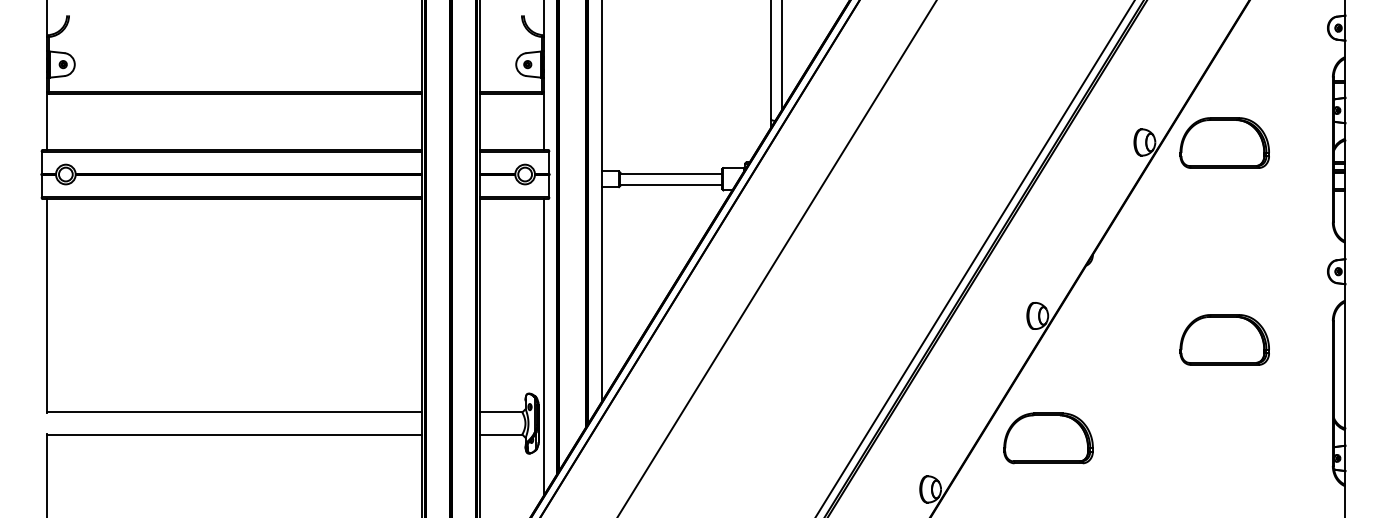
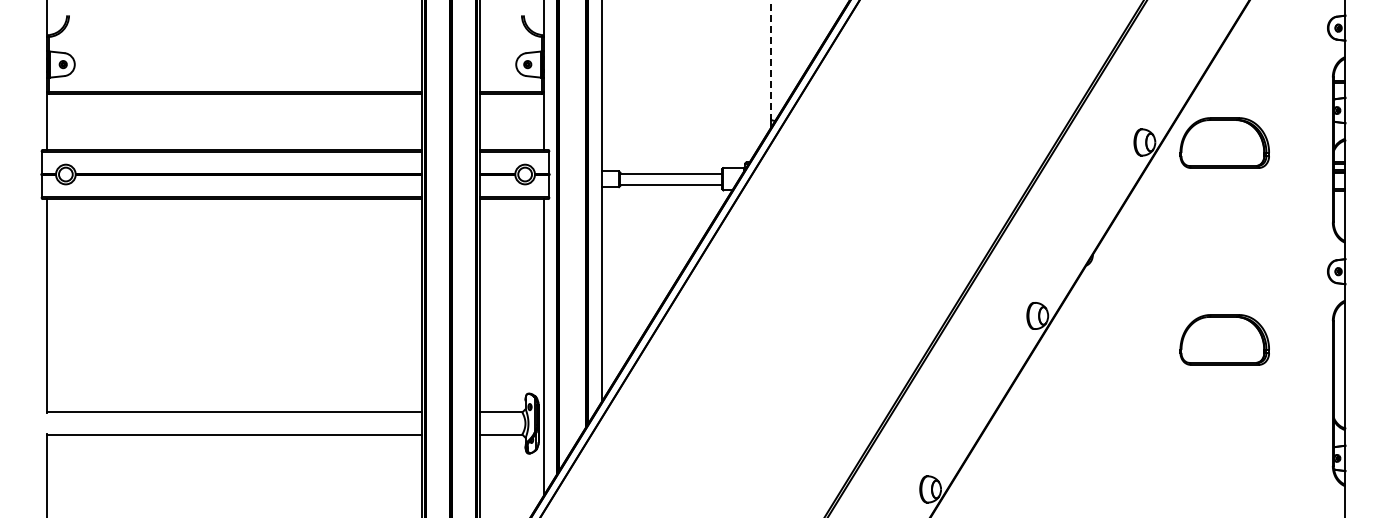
line at (781, 56): present -> none
line at (771, 60): solid -> dashed
line at (777, 258): present -> none
line at (975, 258): present -> none
part at (1048, 438): present -> none
